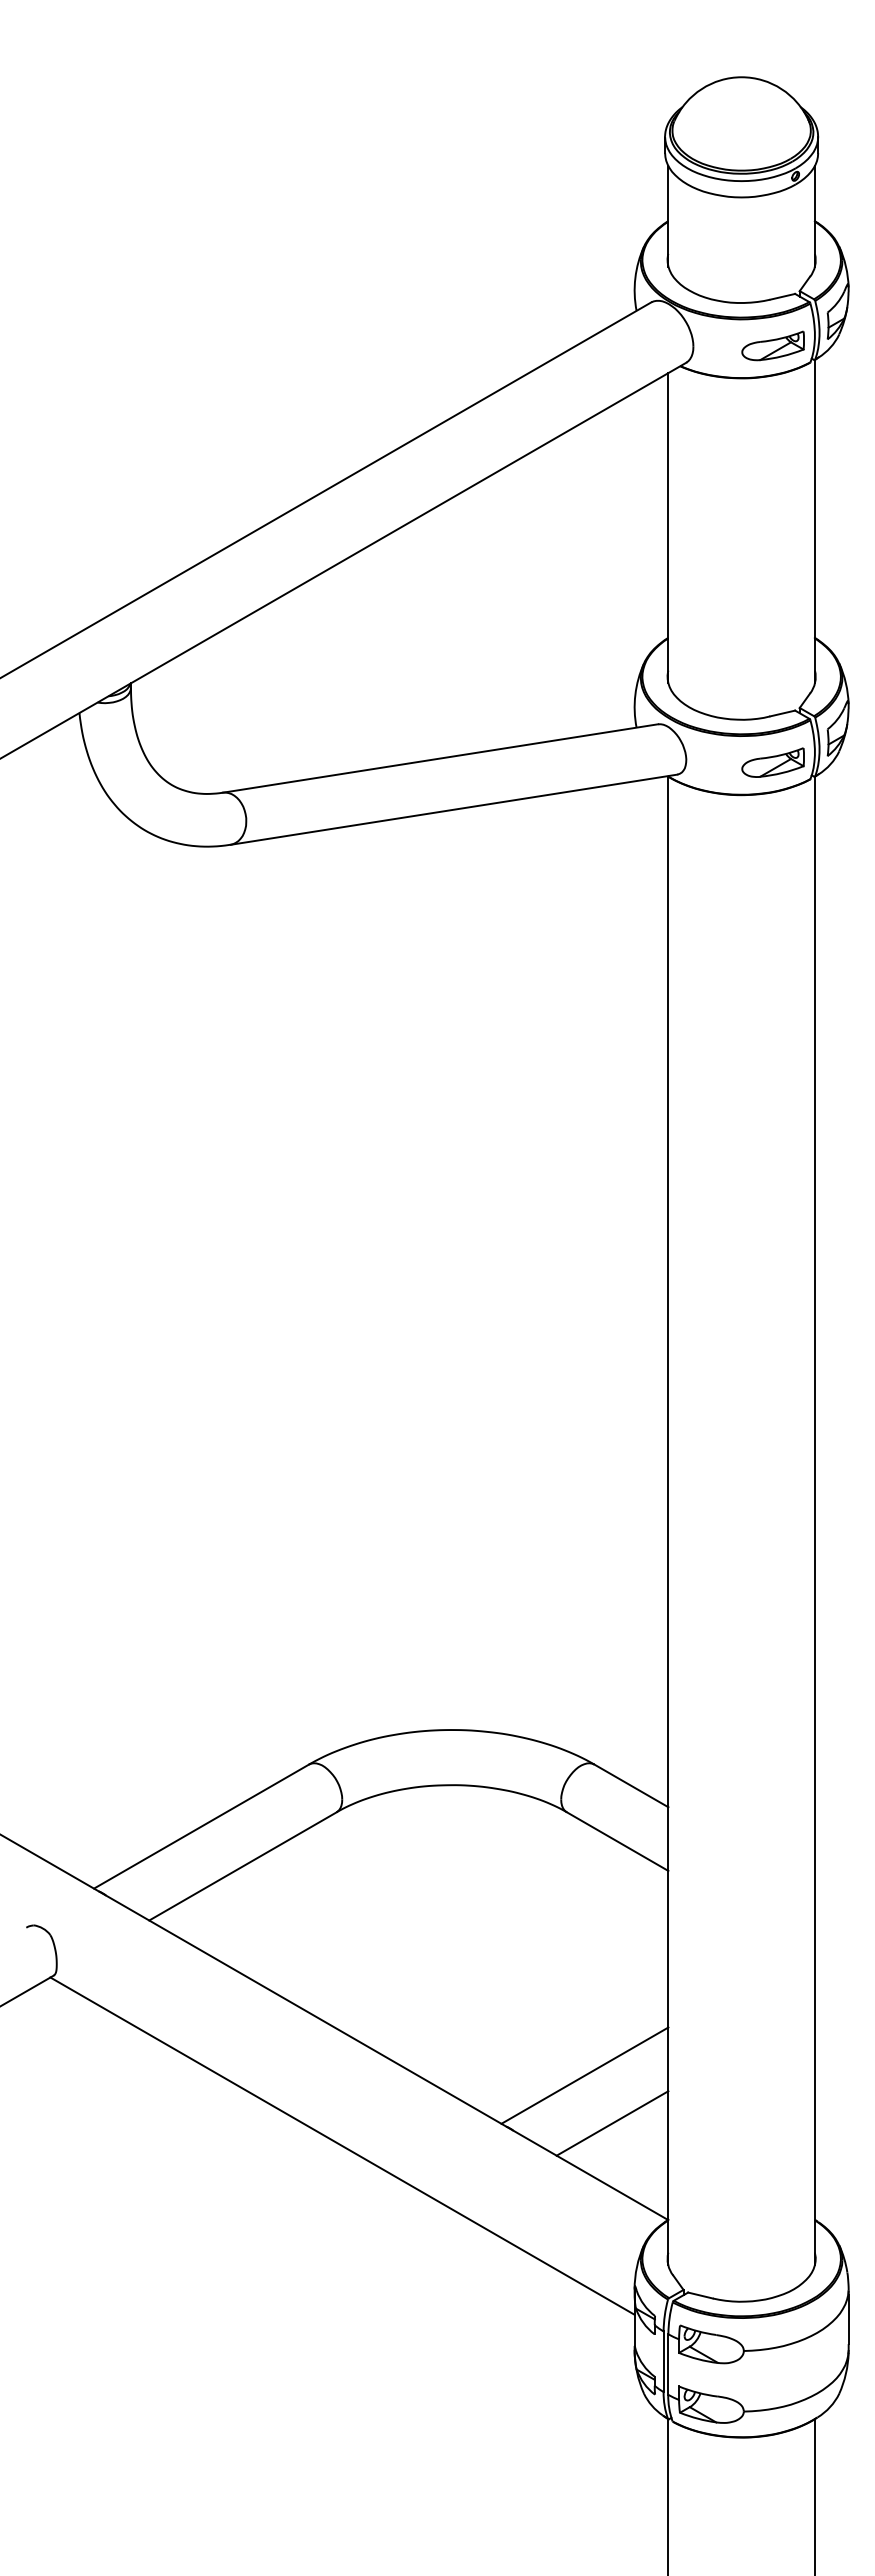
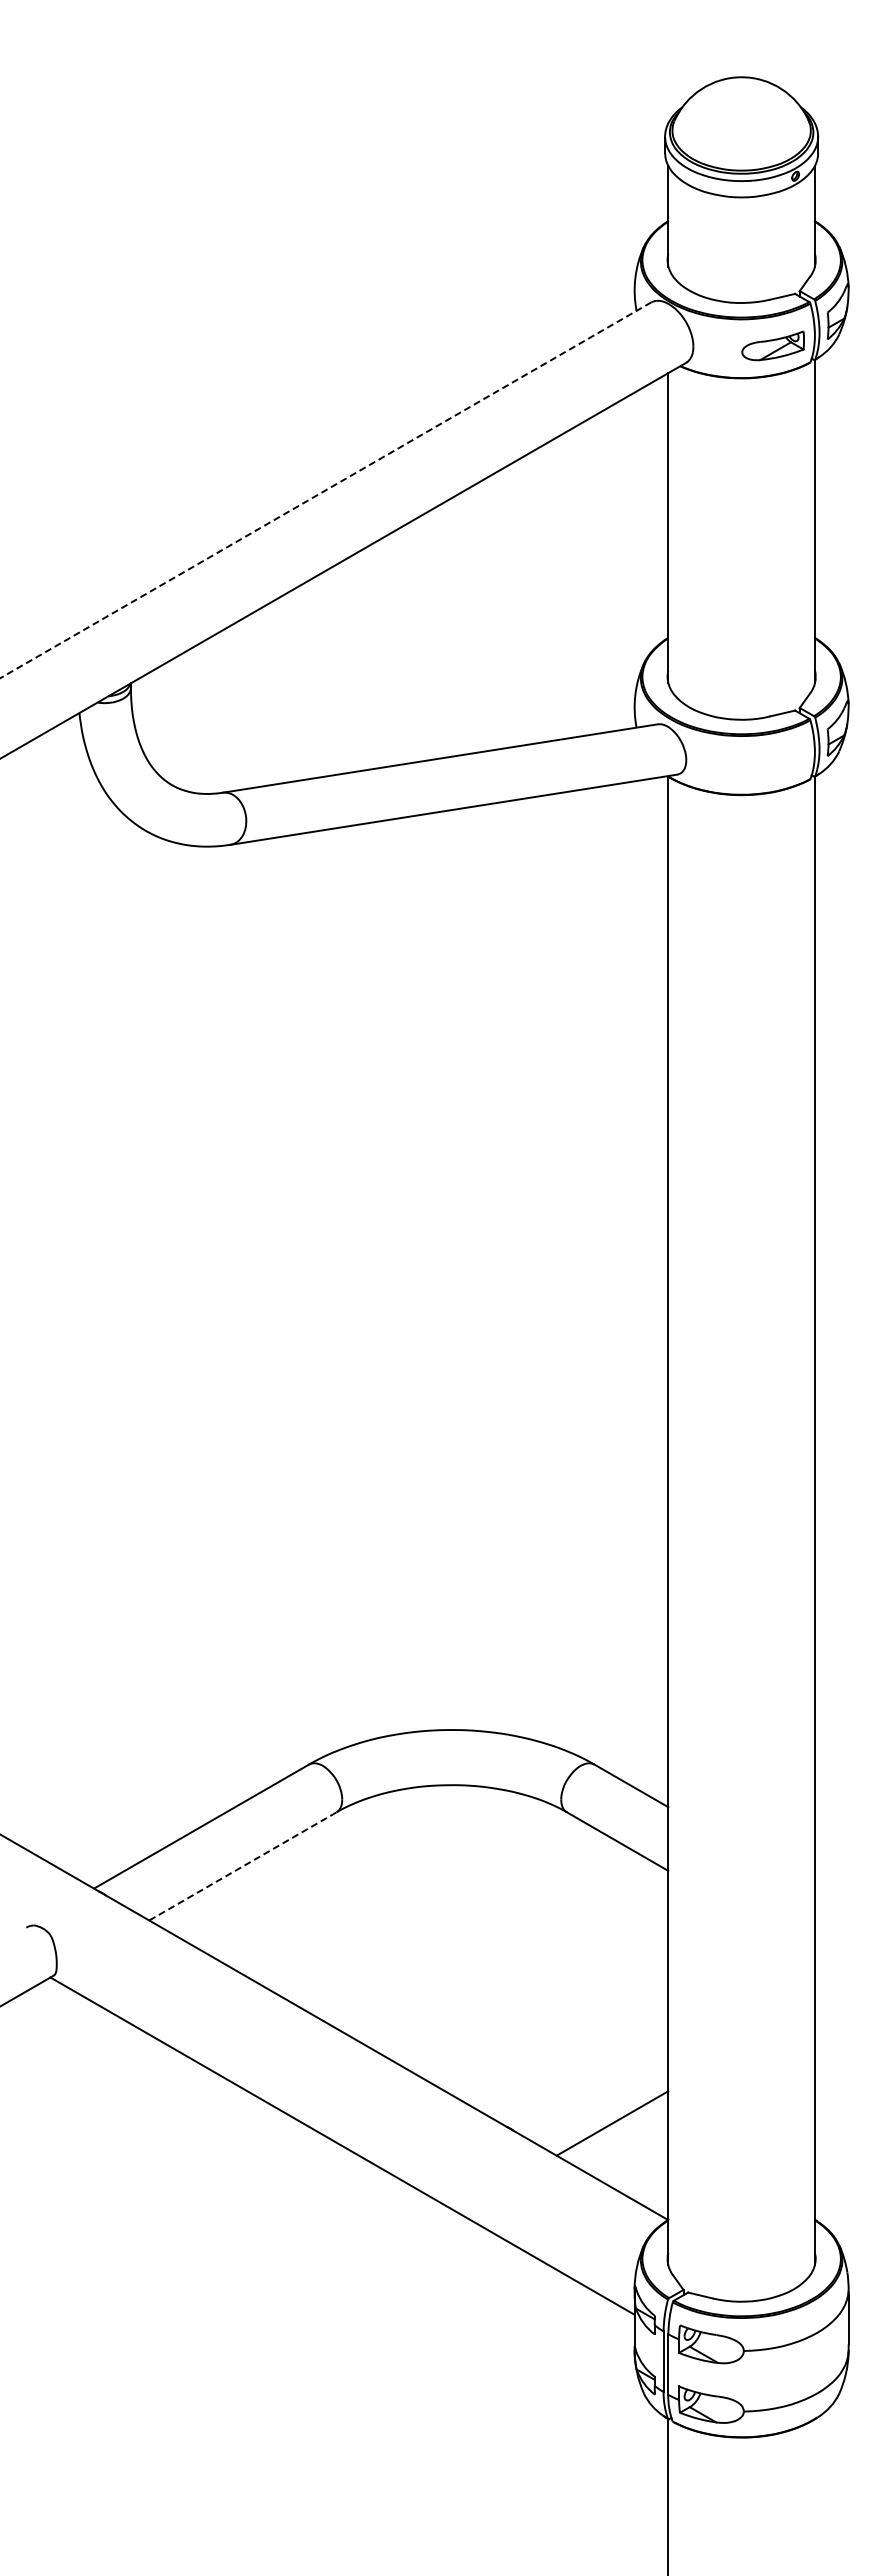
line at (325, 490): solid -> dashed
part at (772, 762): present -> none
line at (243, 1866): solid -> dashed
line at (584, 2075): present -> none
line at (814, 2495): present -> none
